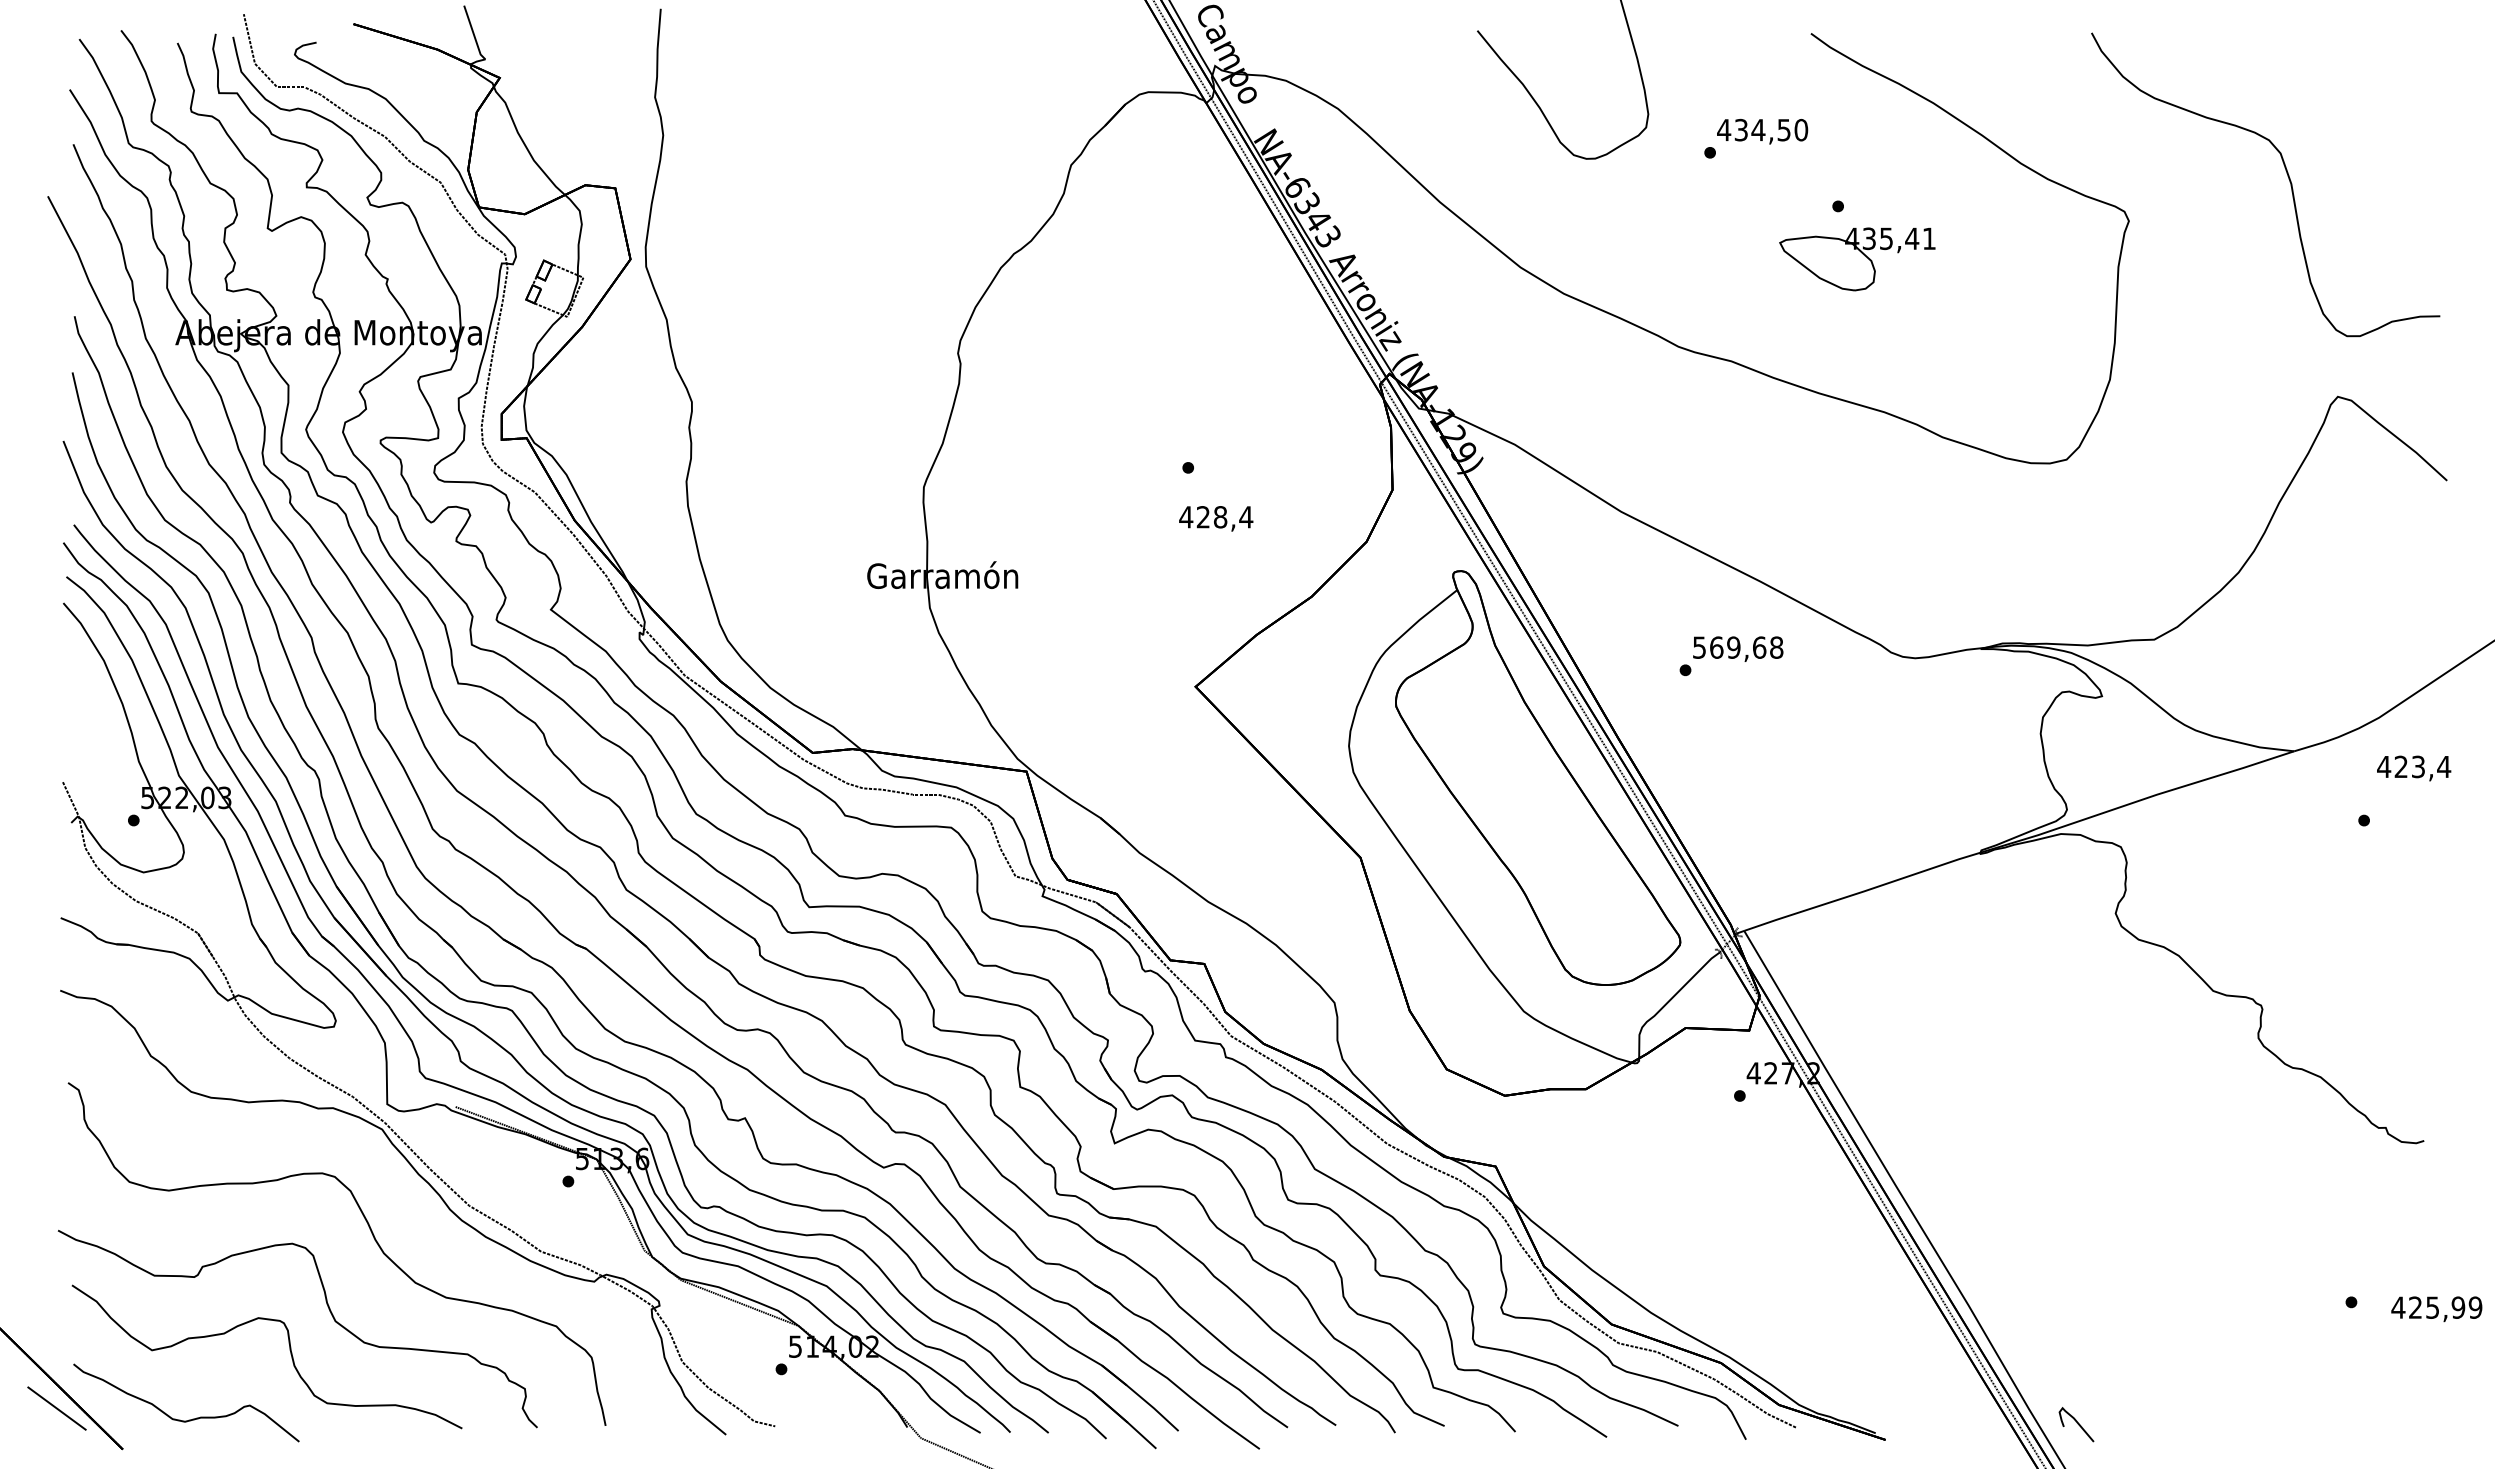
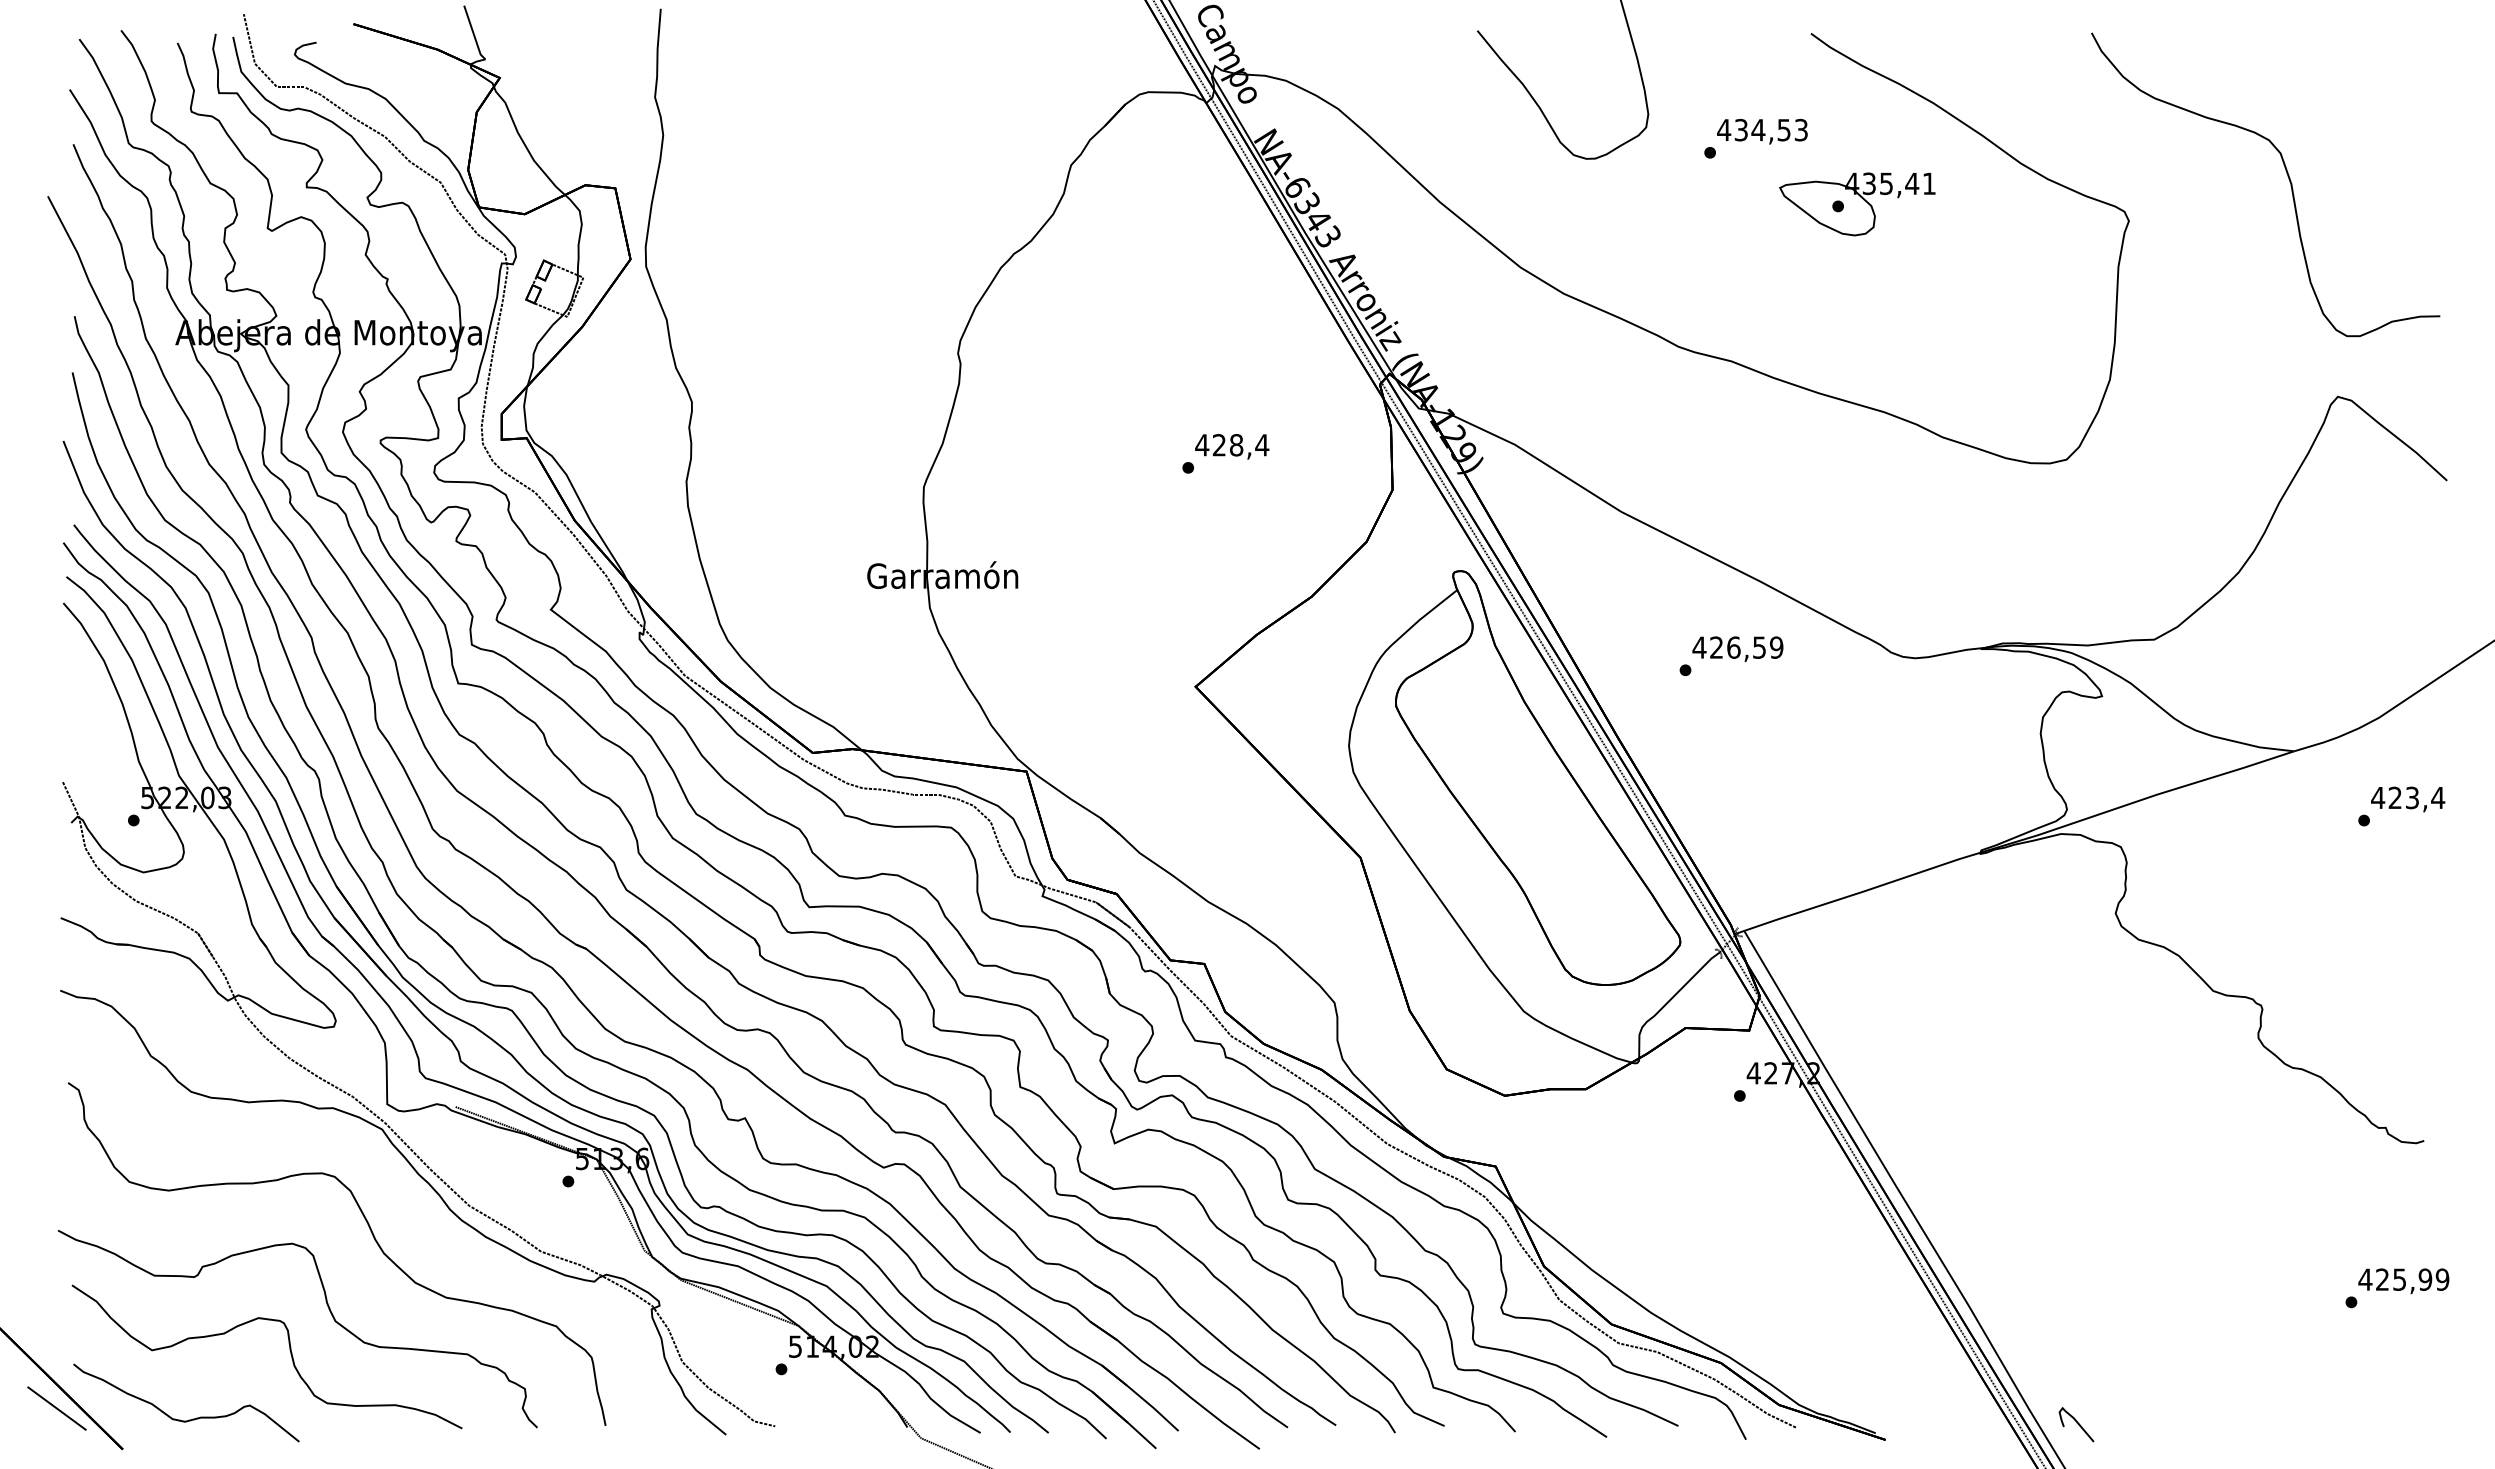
text at (1801, 130): 434,50 -> 434,53
part at (1857, 259) position: (1857, 259) -> (1857, 204)
text at (1216, 518) position: (1216, 518) -> (1232, 446)
text at (1737, 647): 569,68 -> 426,59
text at (2414, 768) position: (2414, 768) -> (2408, 799)
text at (2436, 1309) position: (2436, 1309) -> (2403, 1281)
